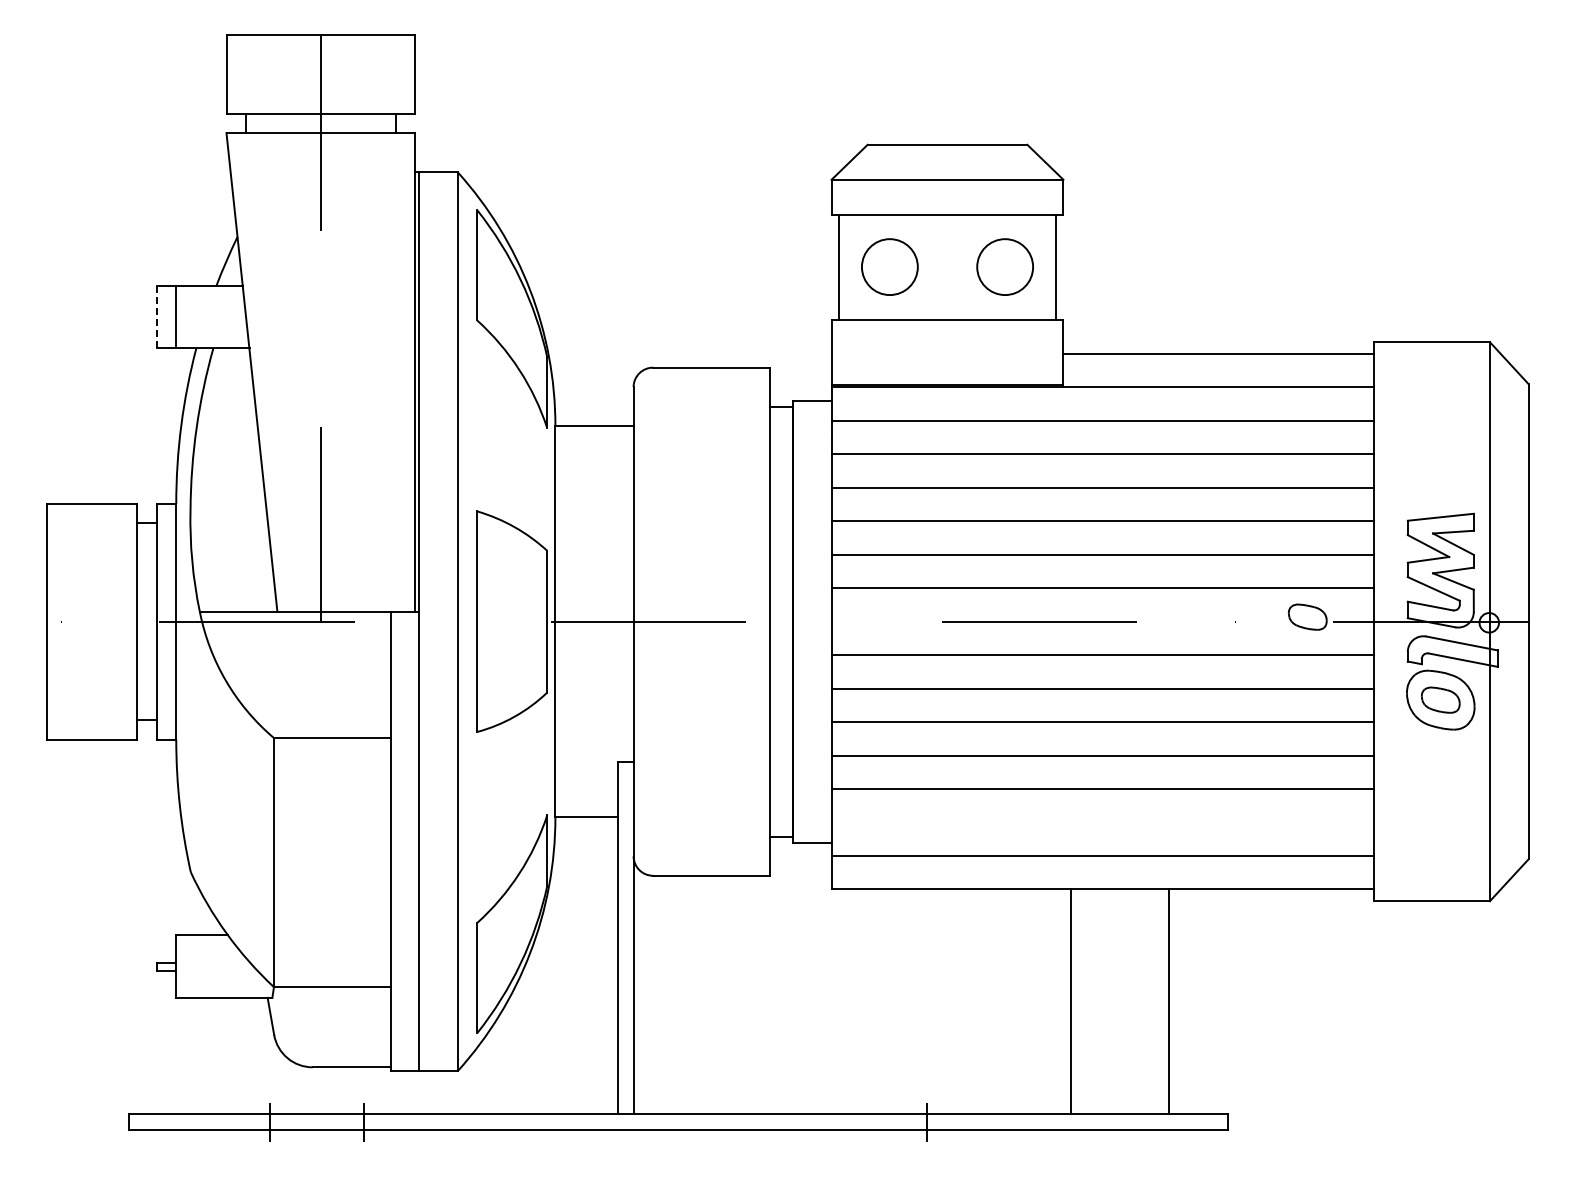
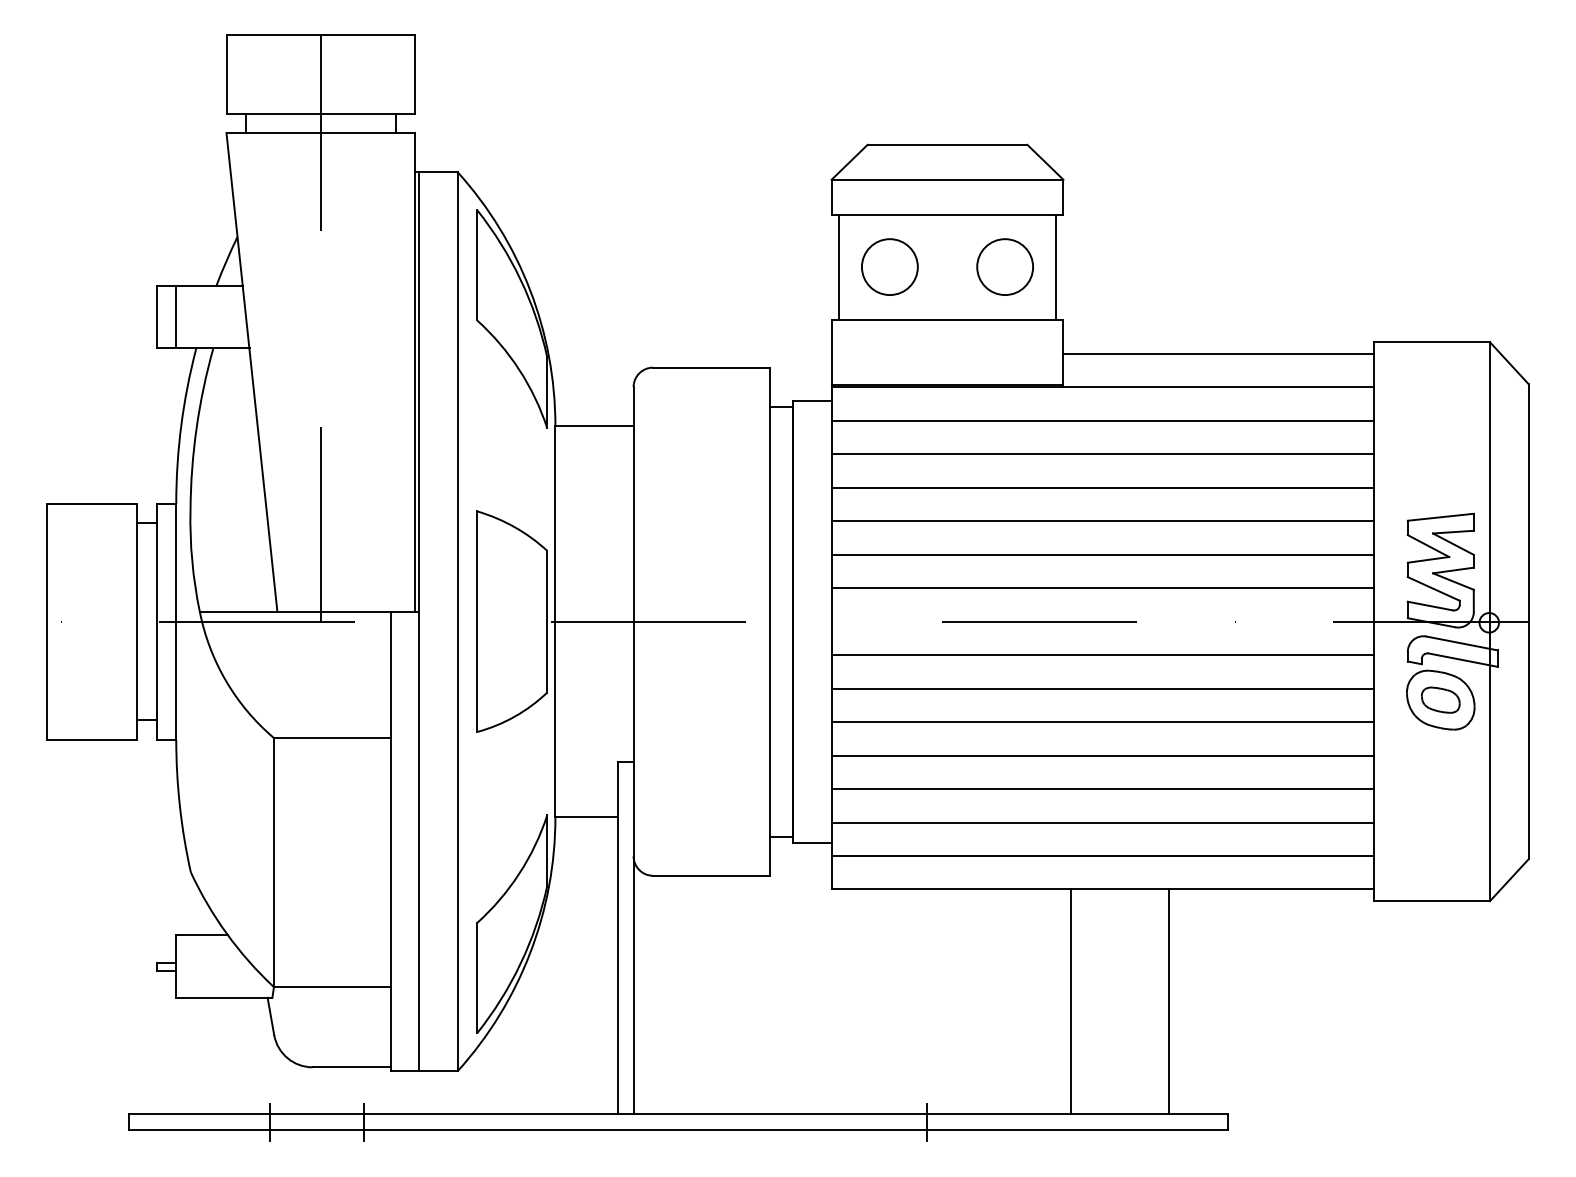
line at (156, 317): dashed -> solid
part at (1307, 616): present -> none
line at (1102, 822): none -> present
